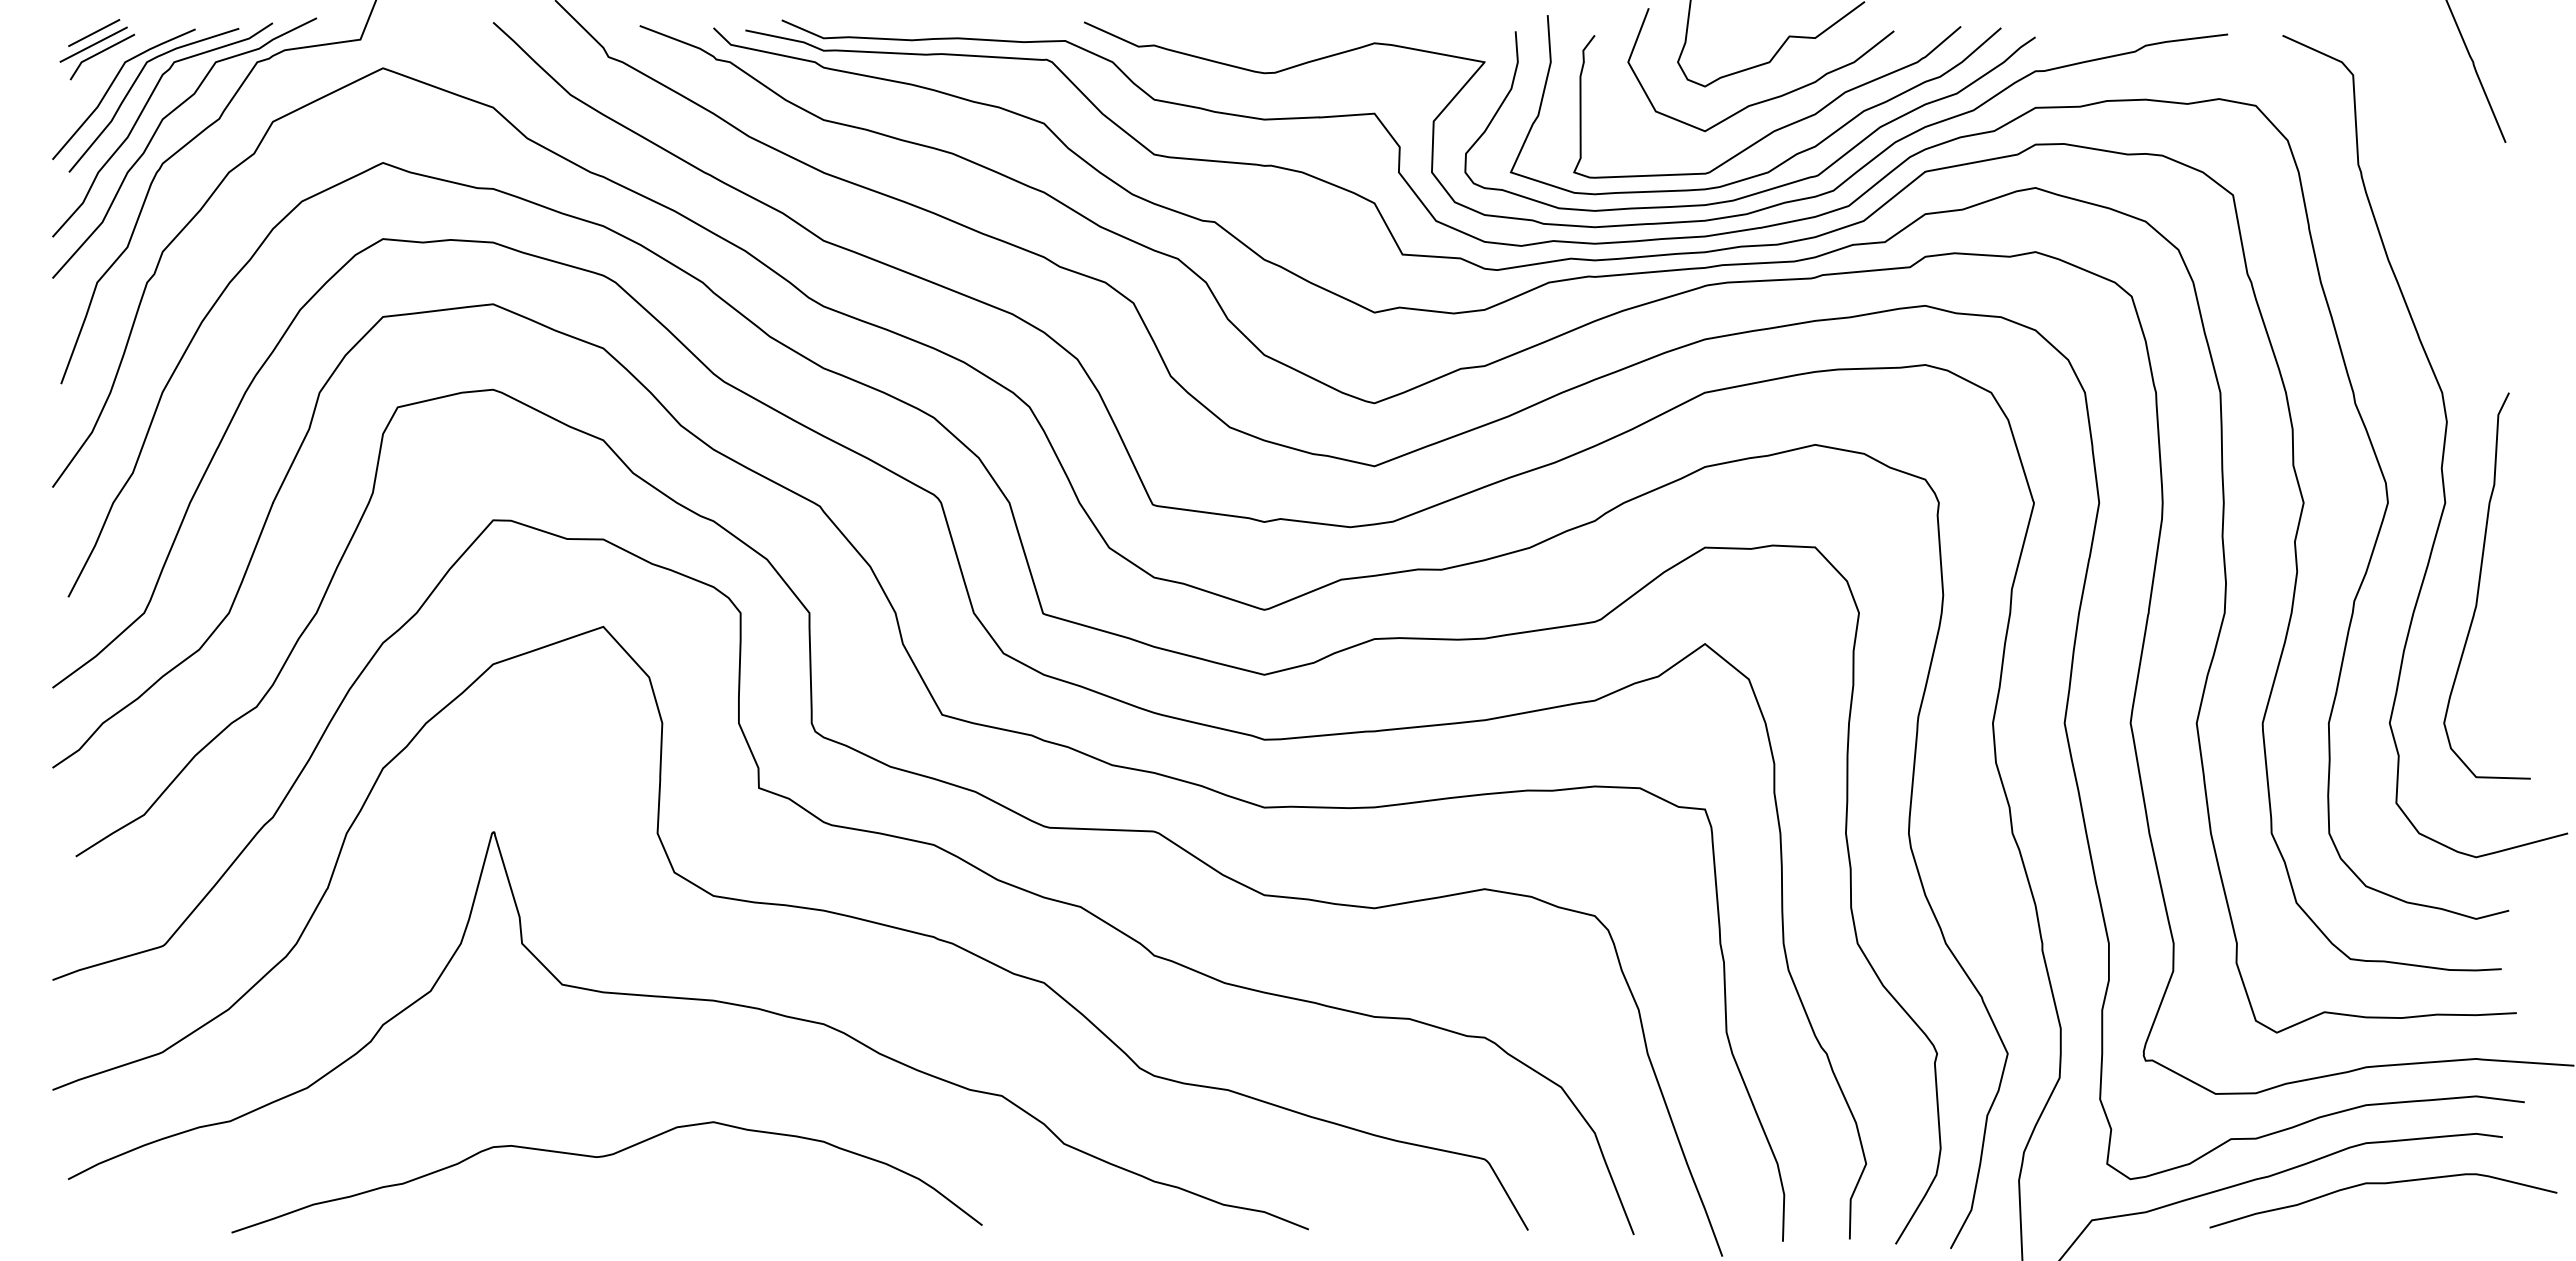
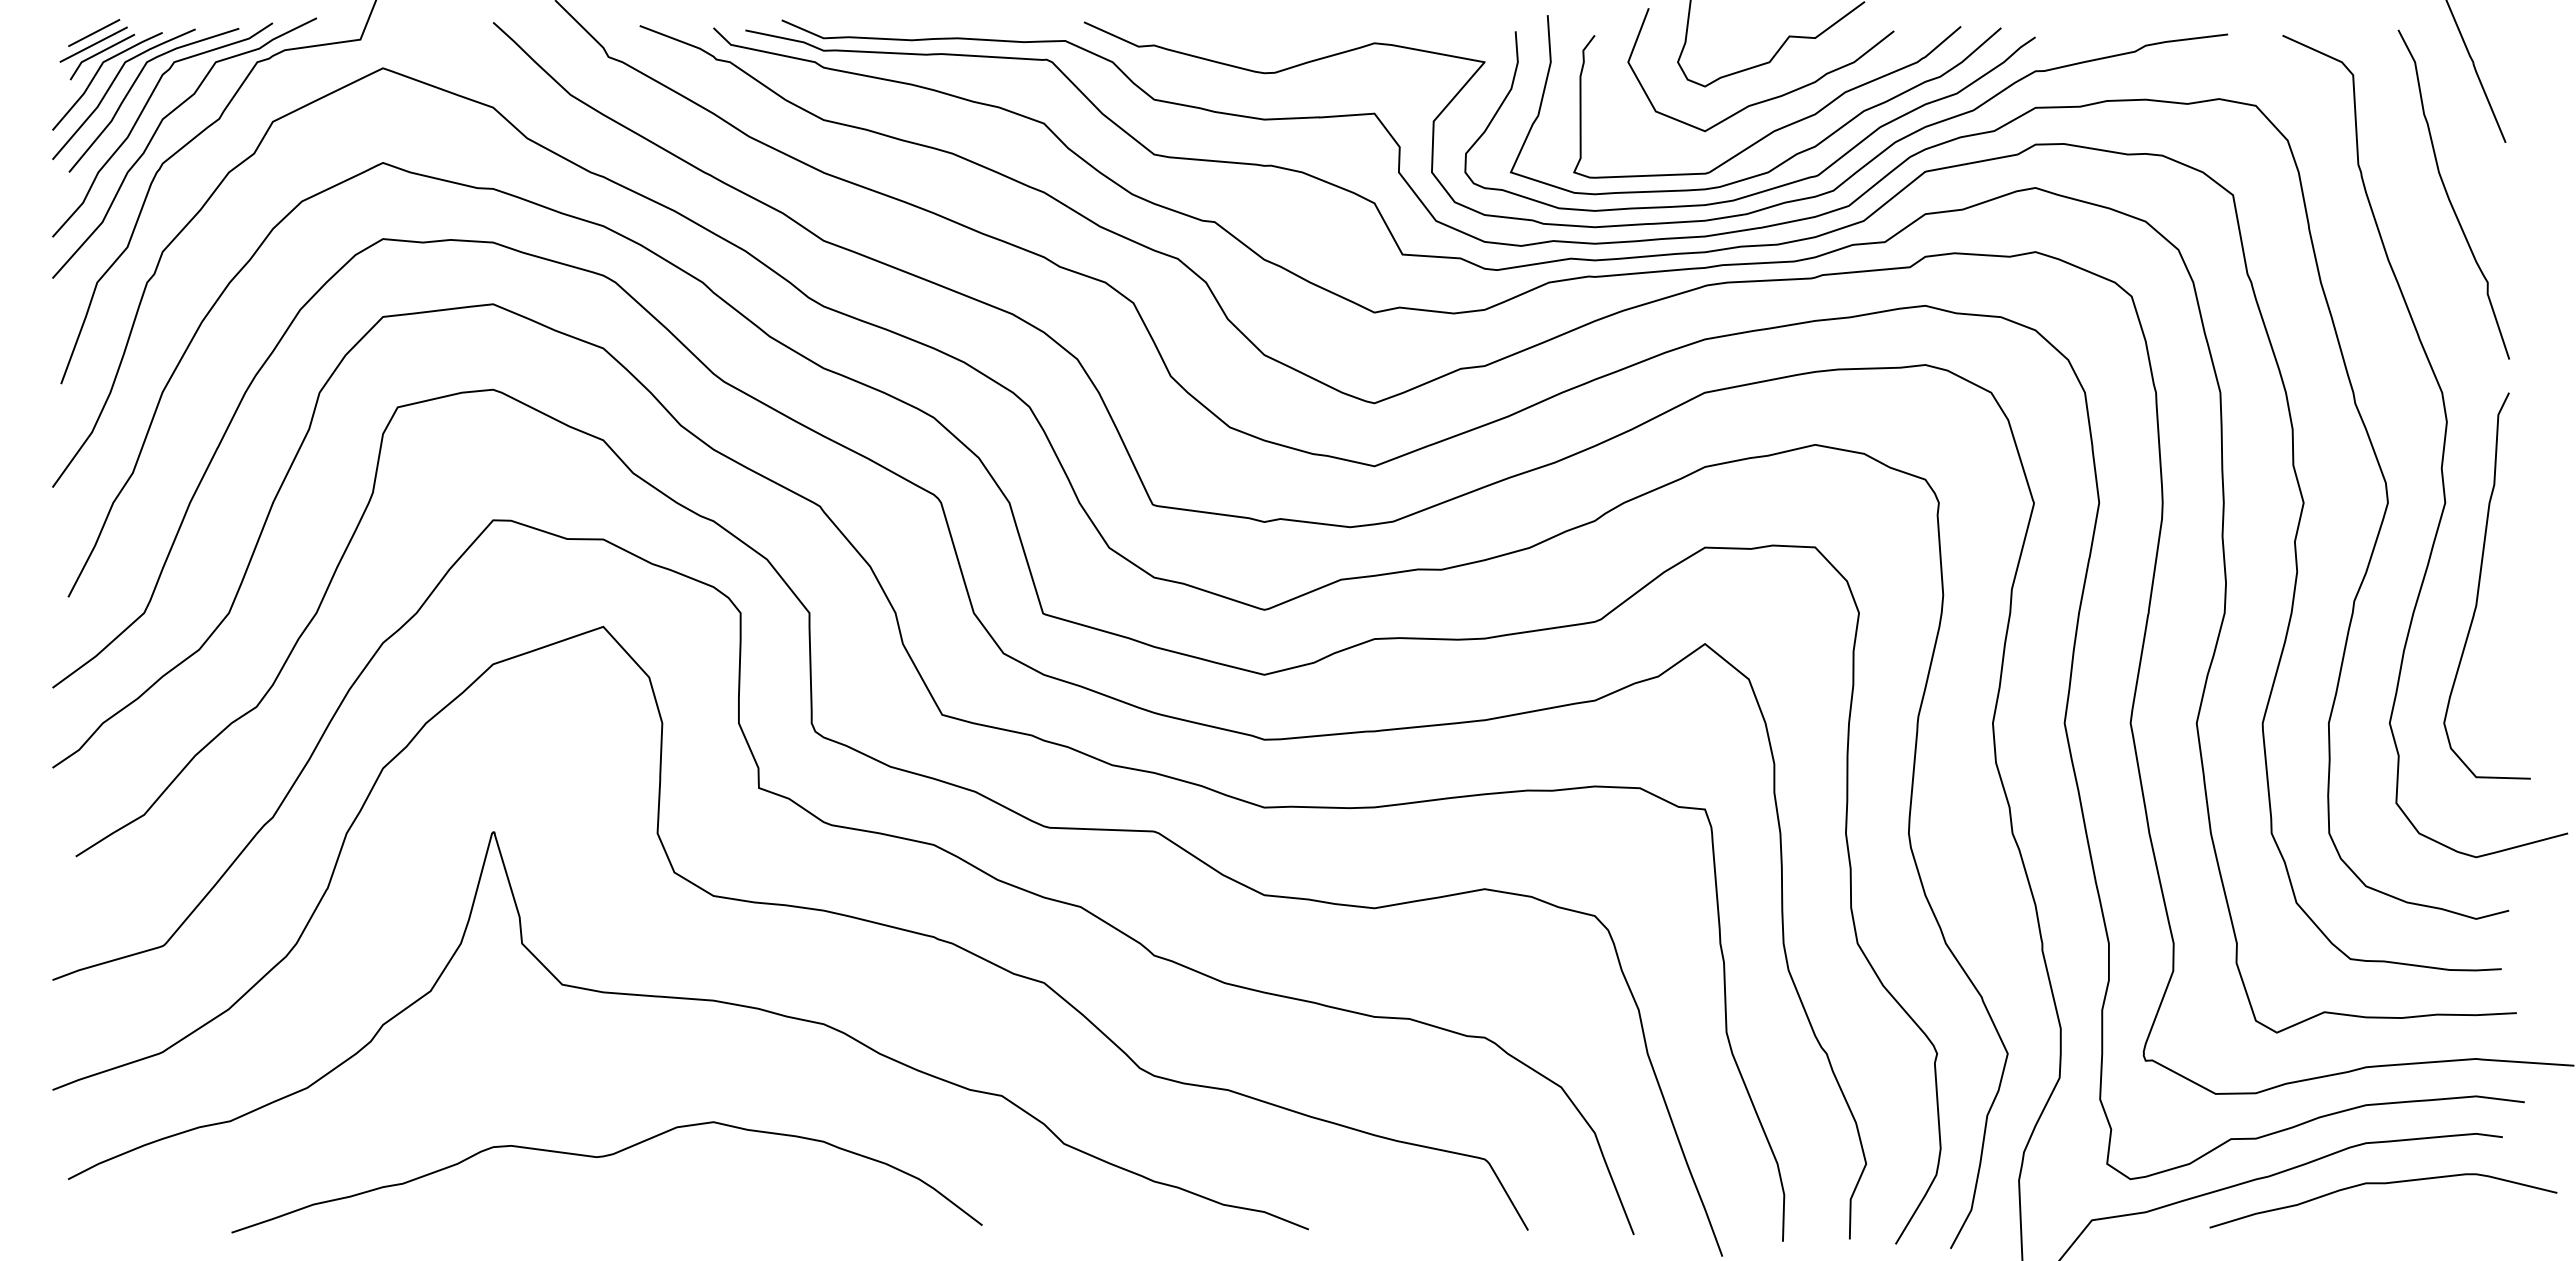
line at (96, 75): none -> present
curve at (2448, 194): none -> present
